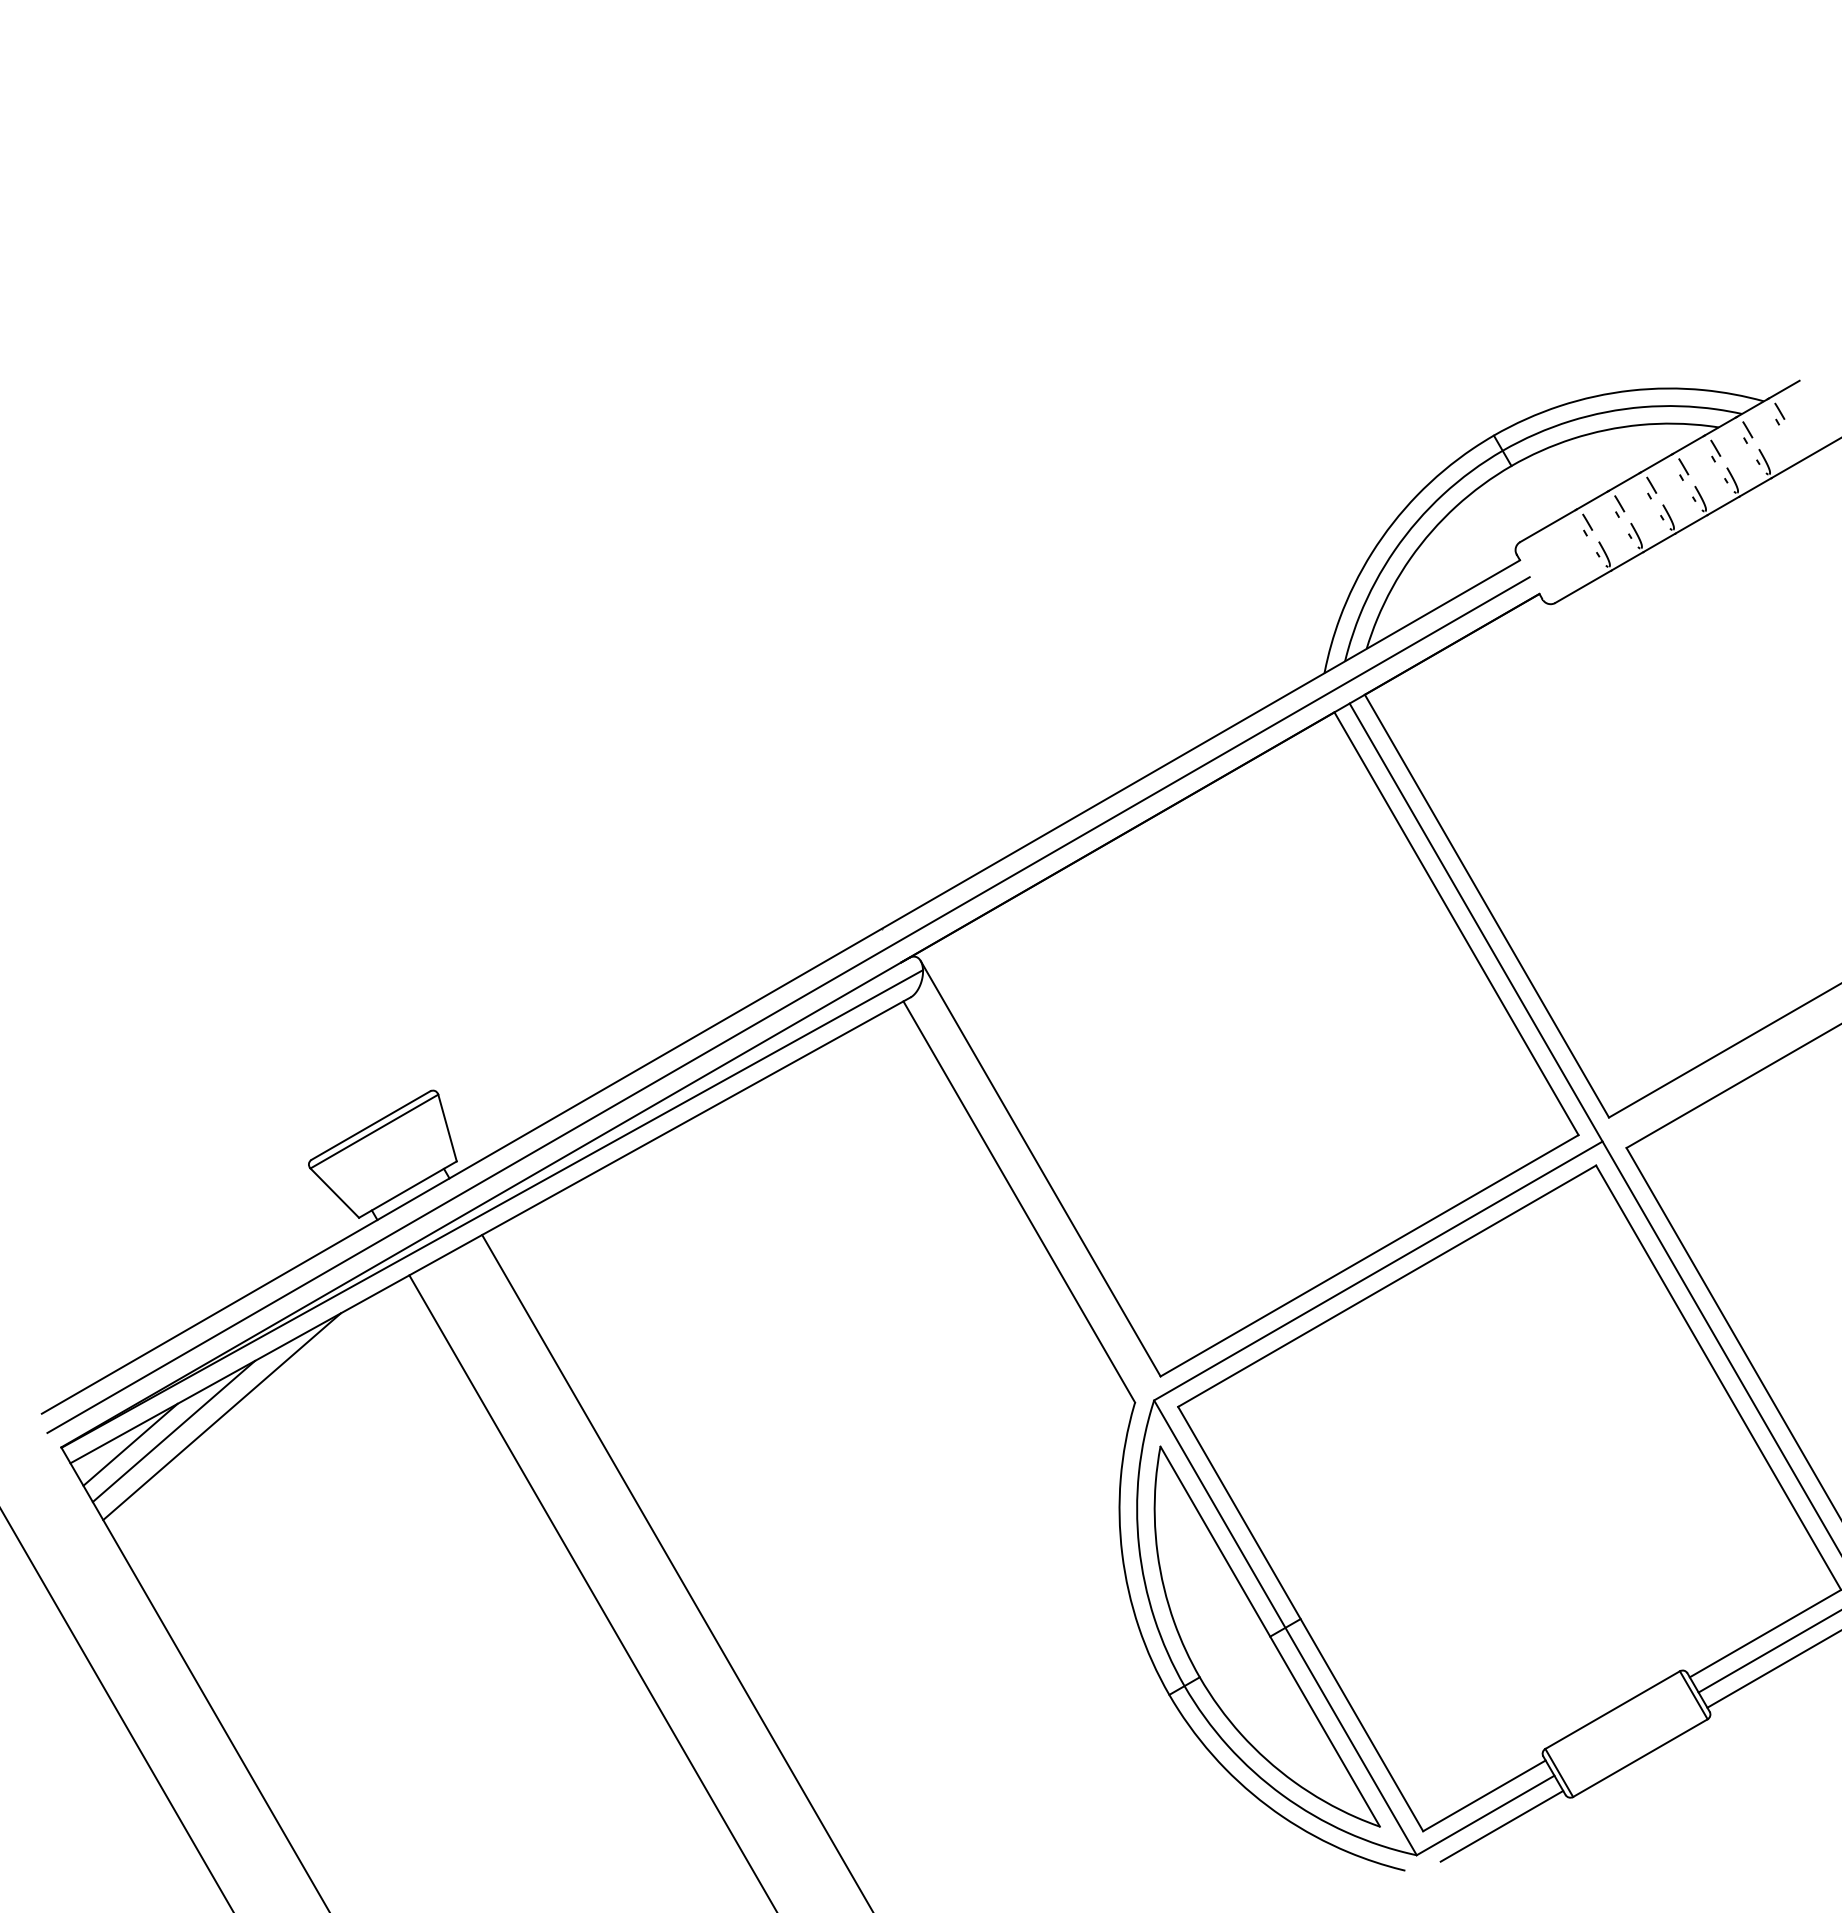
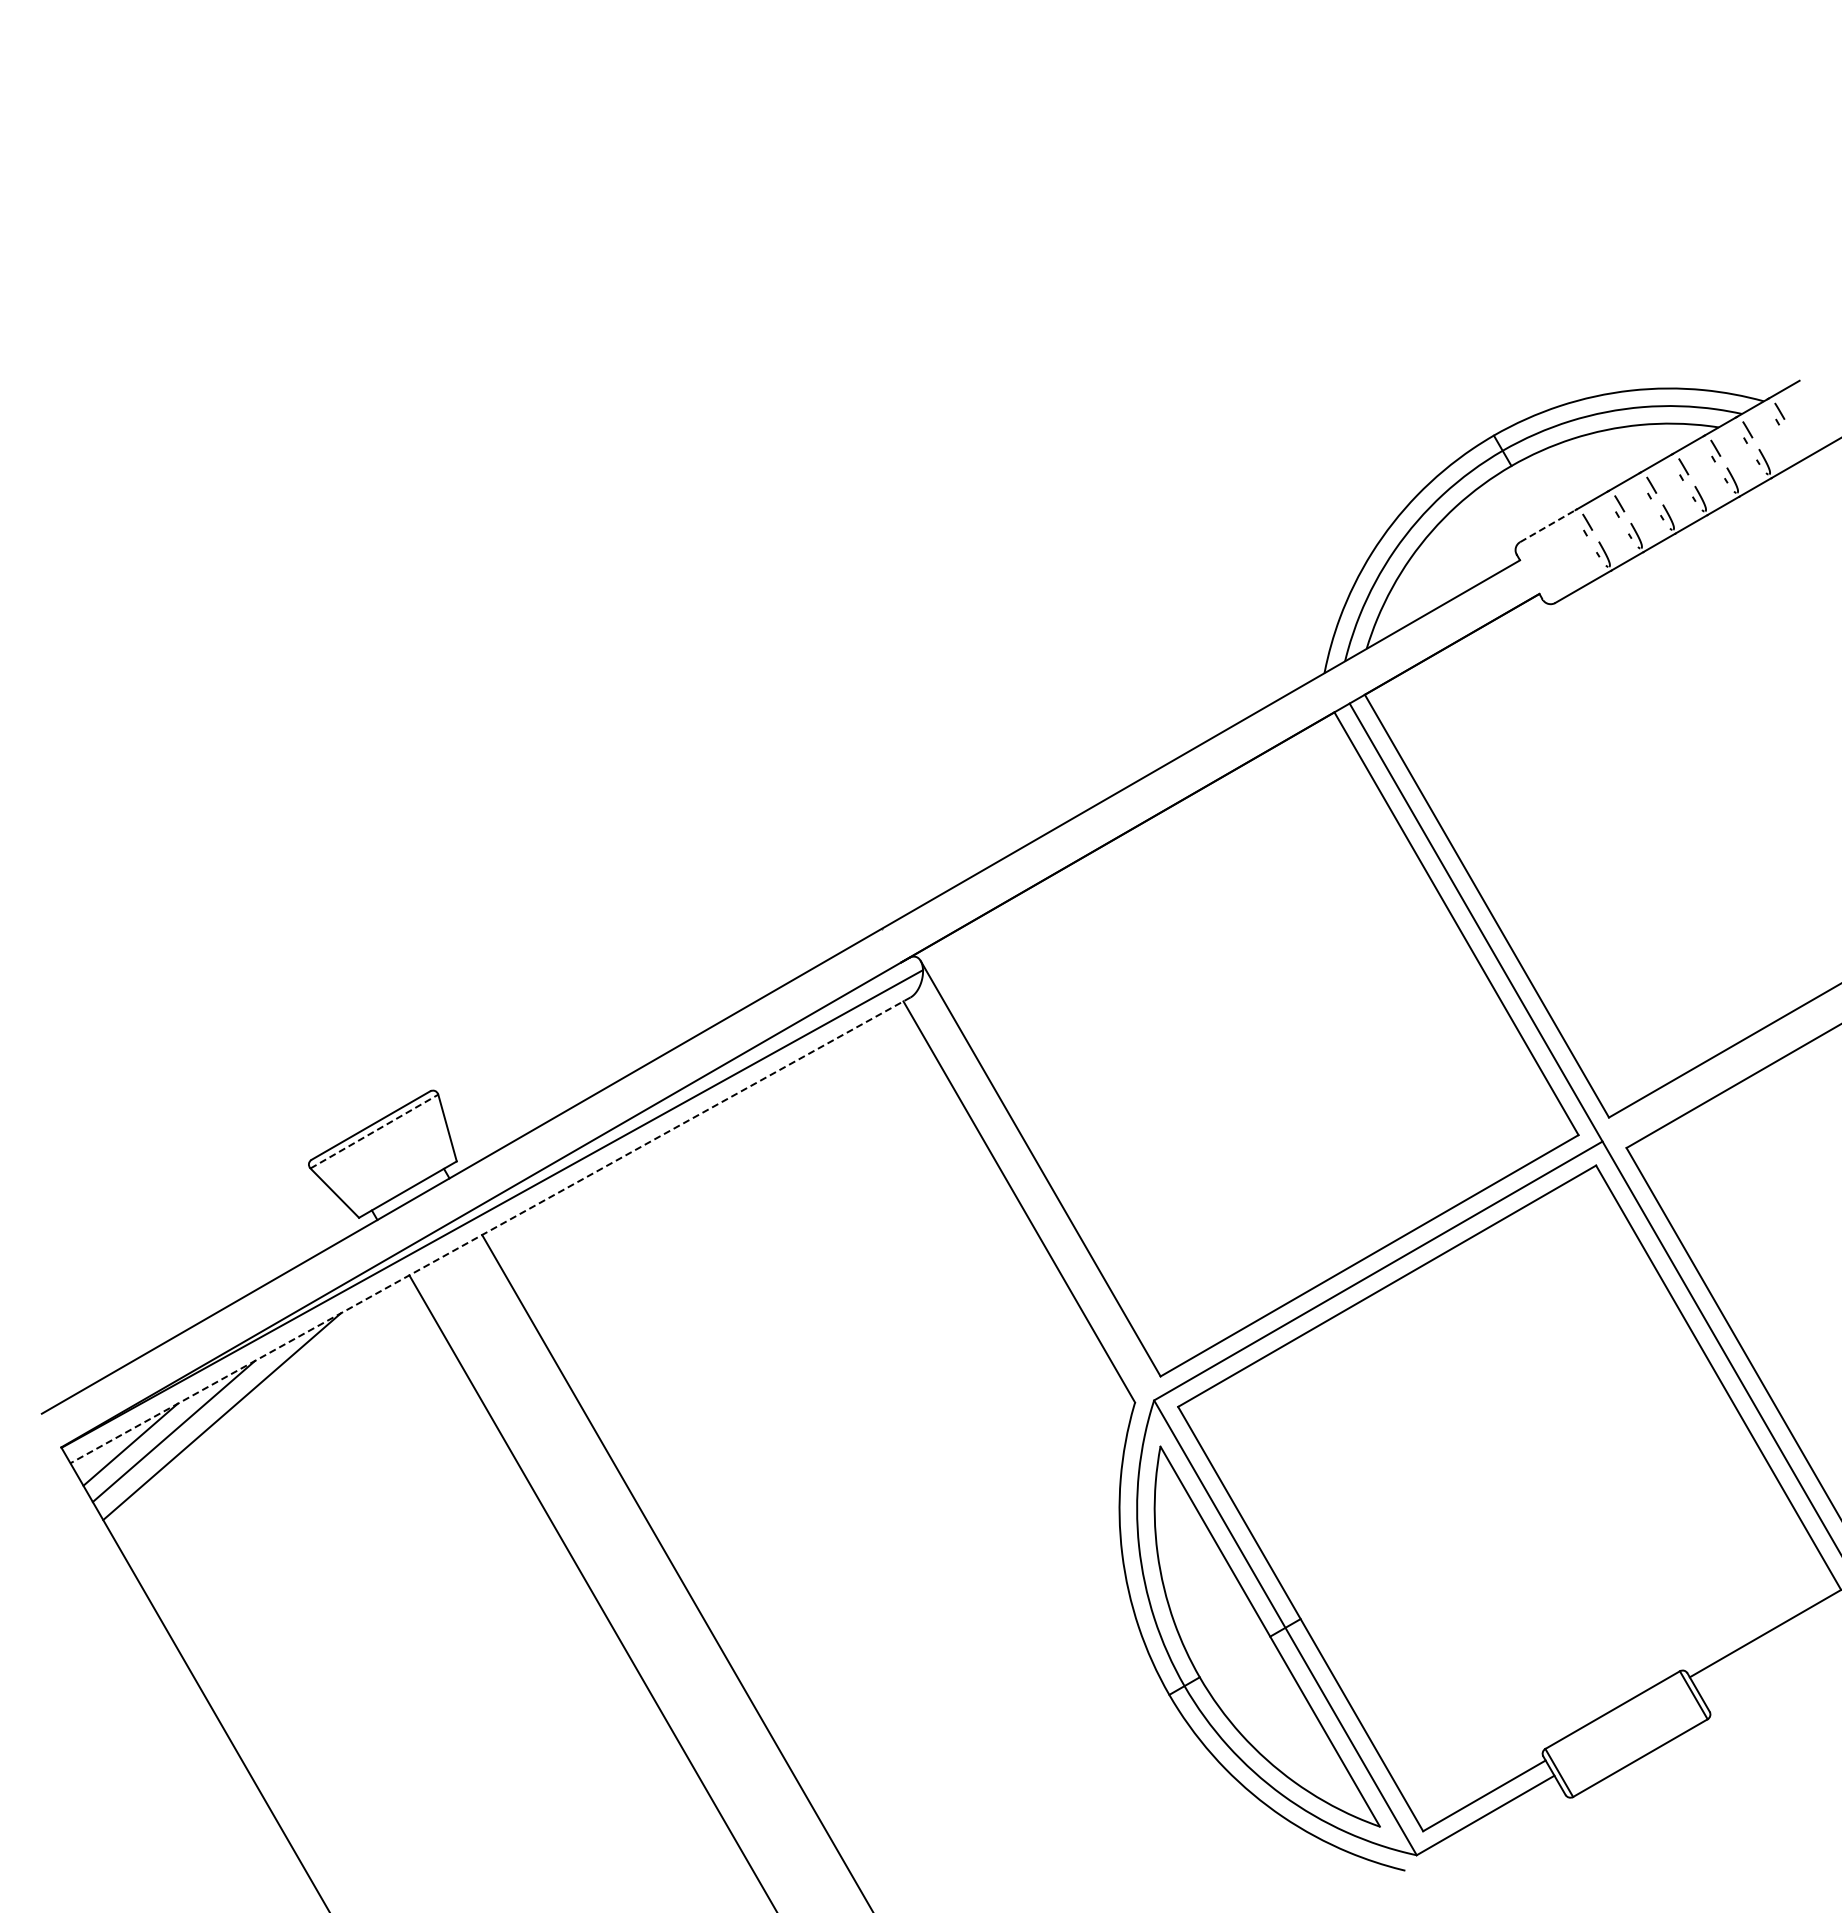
line at (1547, 526): solid -> dashed
line at (788, 1004): present -> none
line at (374, 1131): solid -> dashed
line at (490, 1230): solid -> dashed
line at (1768, 1651): present -> none
line at (1772, 1669): present -> none
line at (116, 1710): present -> none
line at (1501, 1825): present -> none
